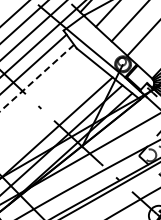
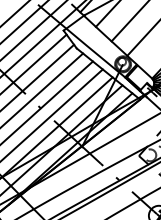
line at (36, 78): dashed -> solid
line at (42, 89): none -> present
line at (47, 102): none -> present
line at (52, 114): none -> present
